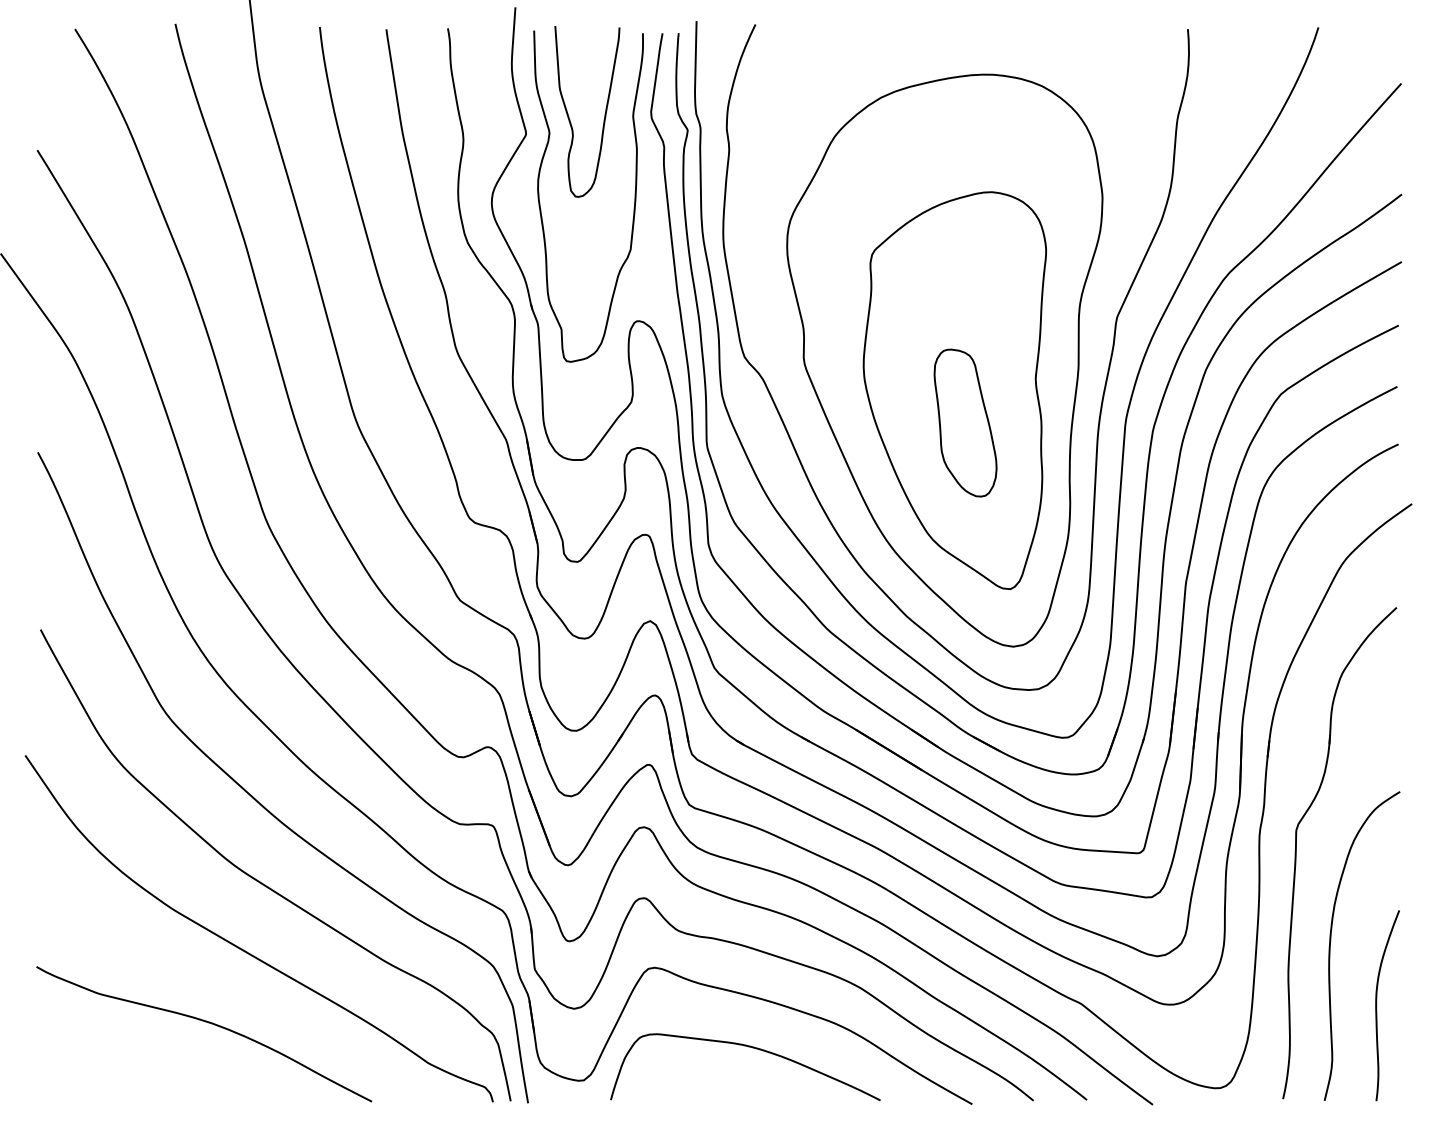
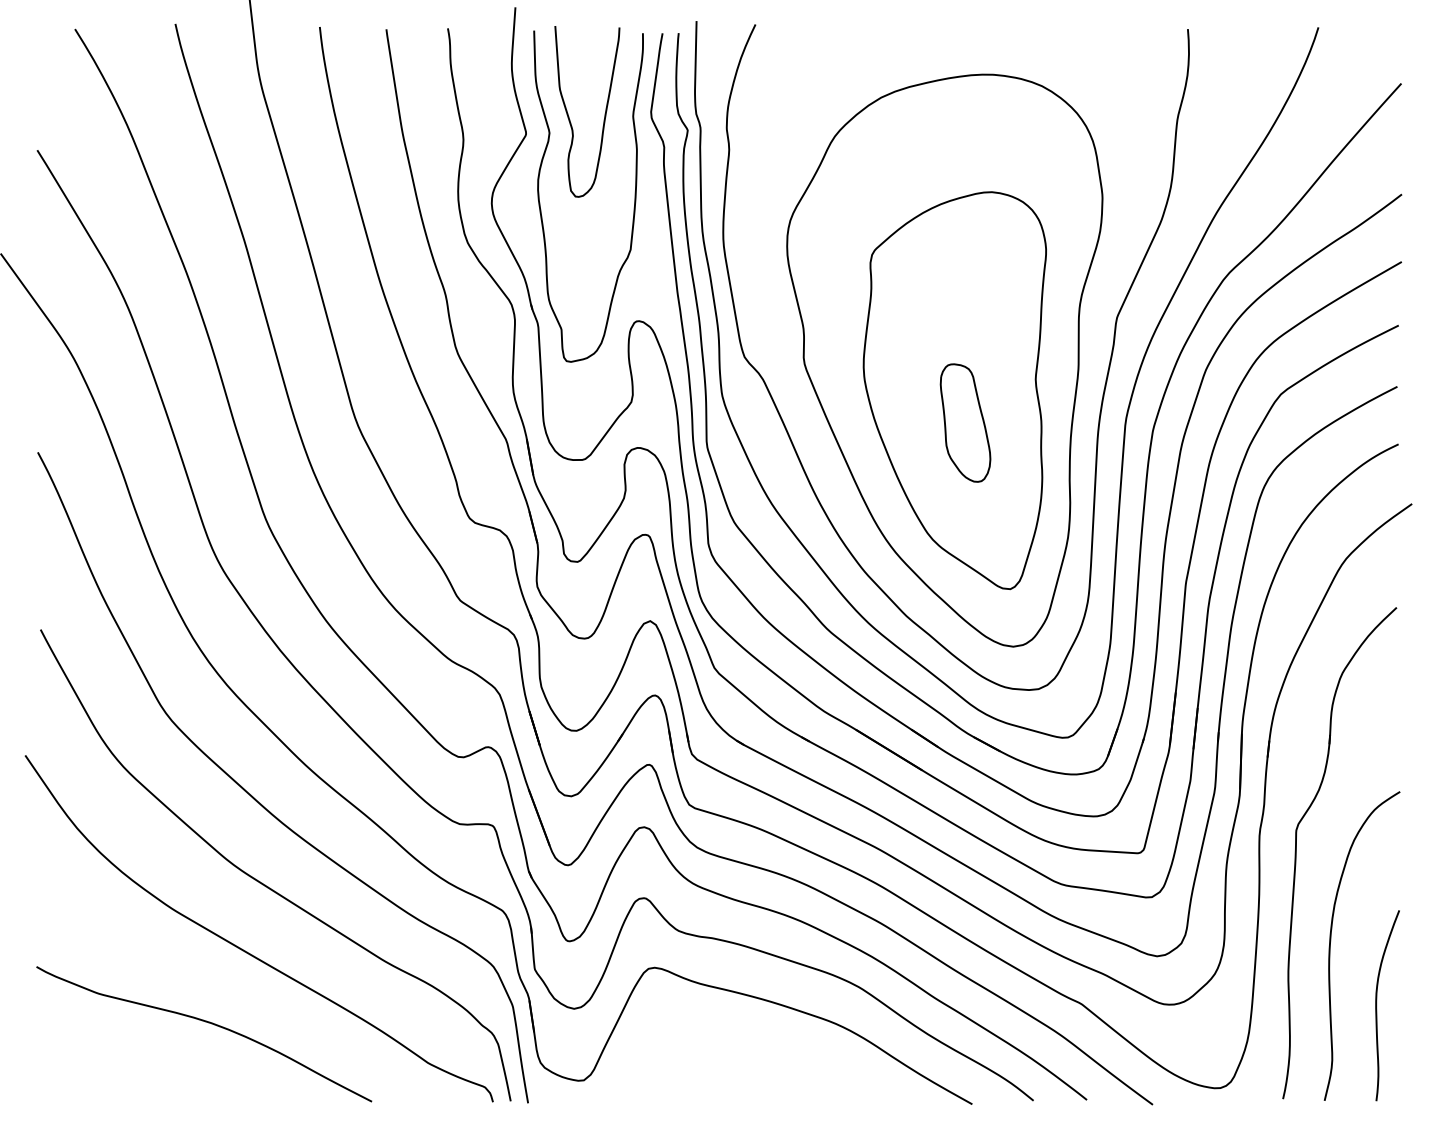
part at (965, 422) size: 65x150 px -> 53x120 px
curve at (748, 1047): present -> none
